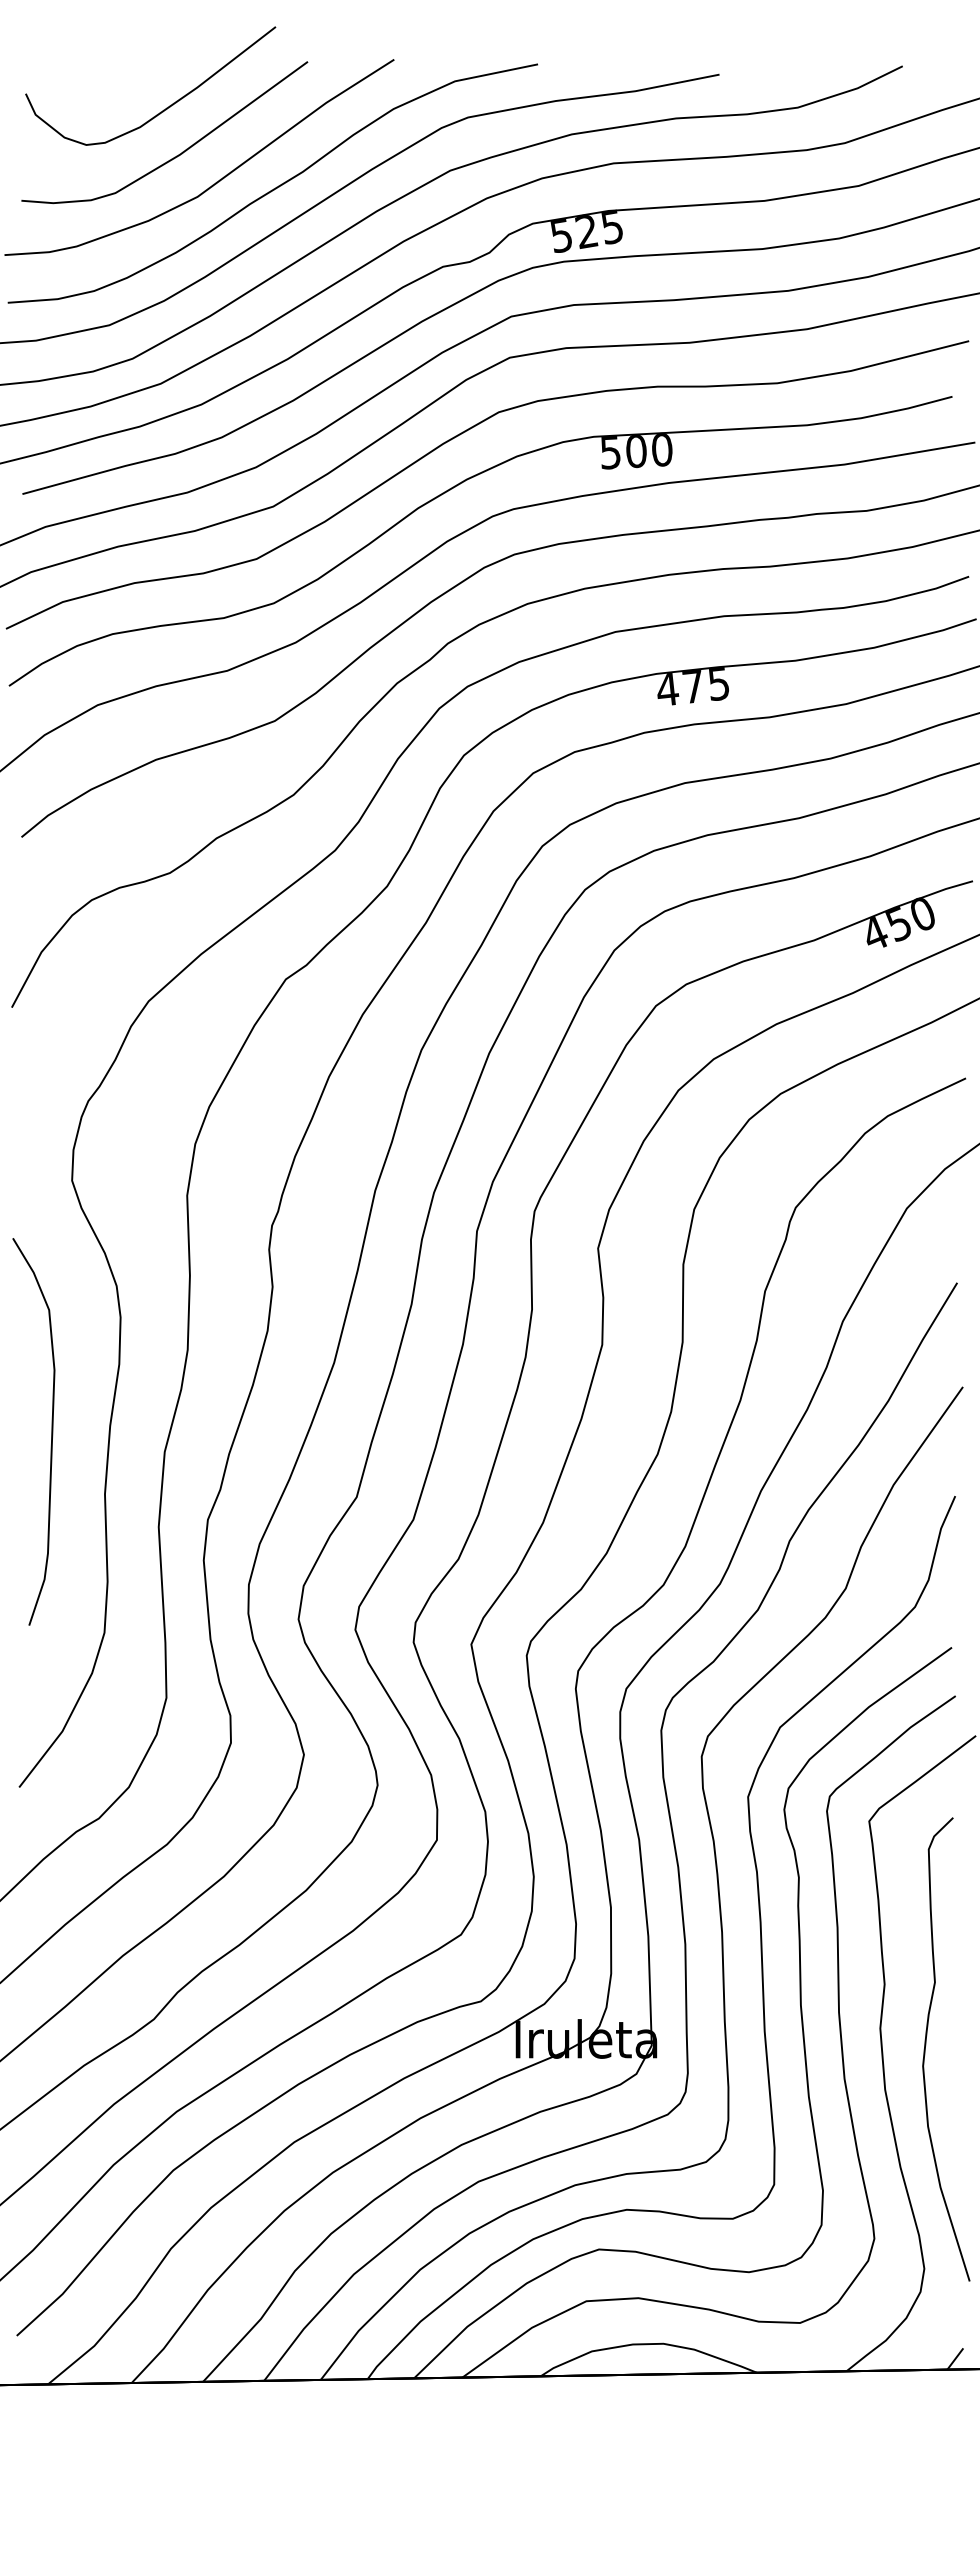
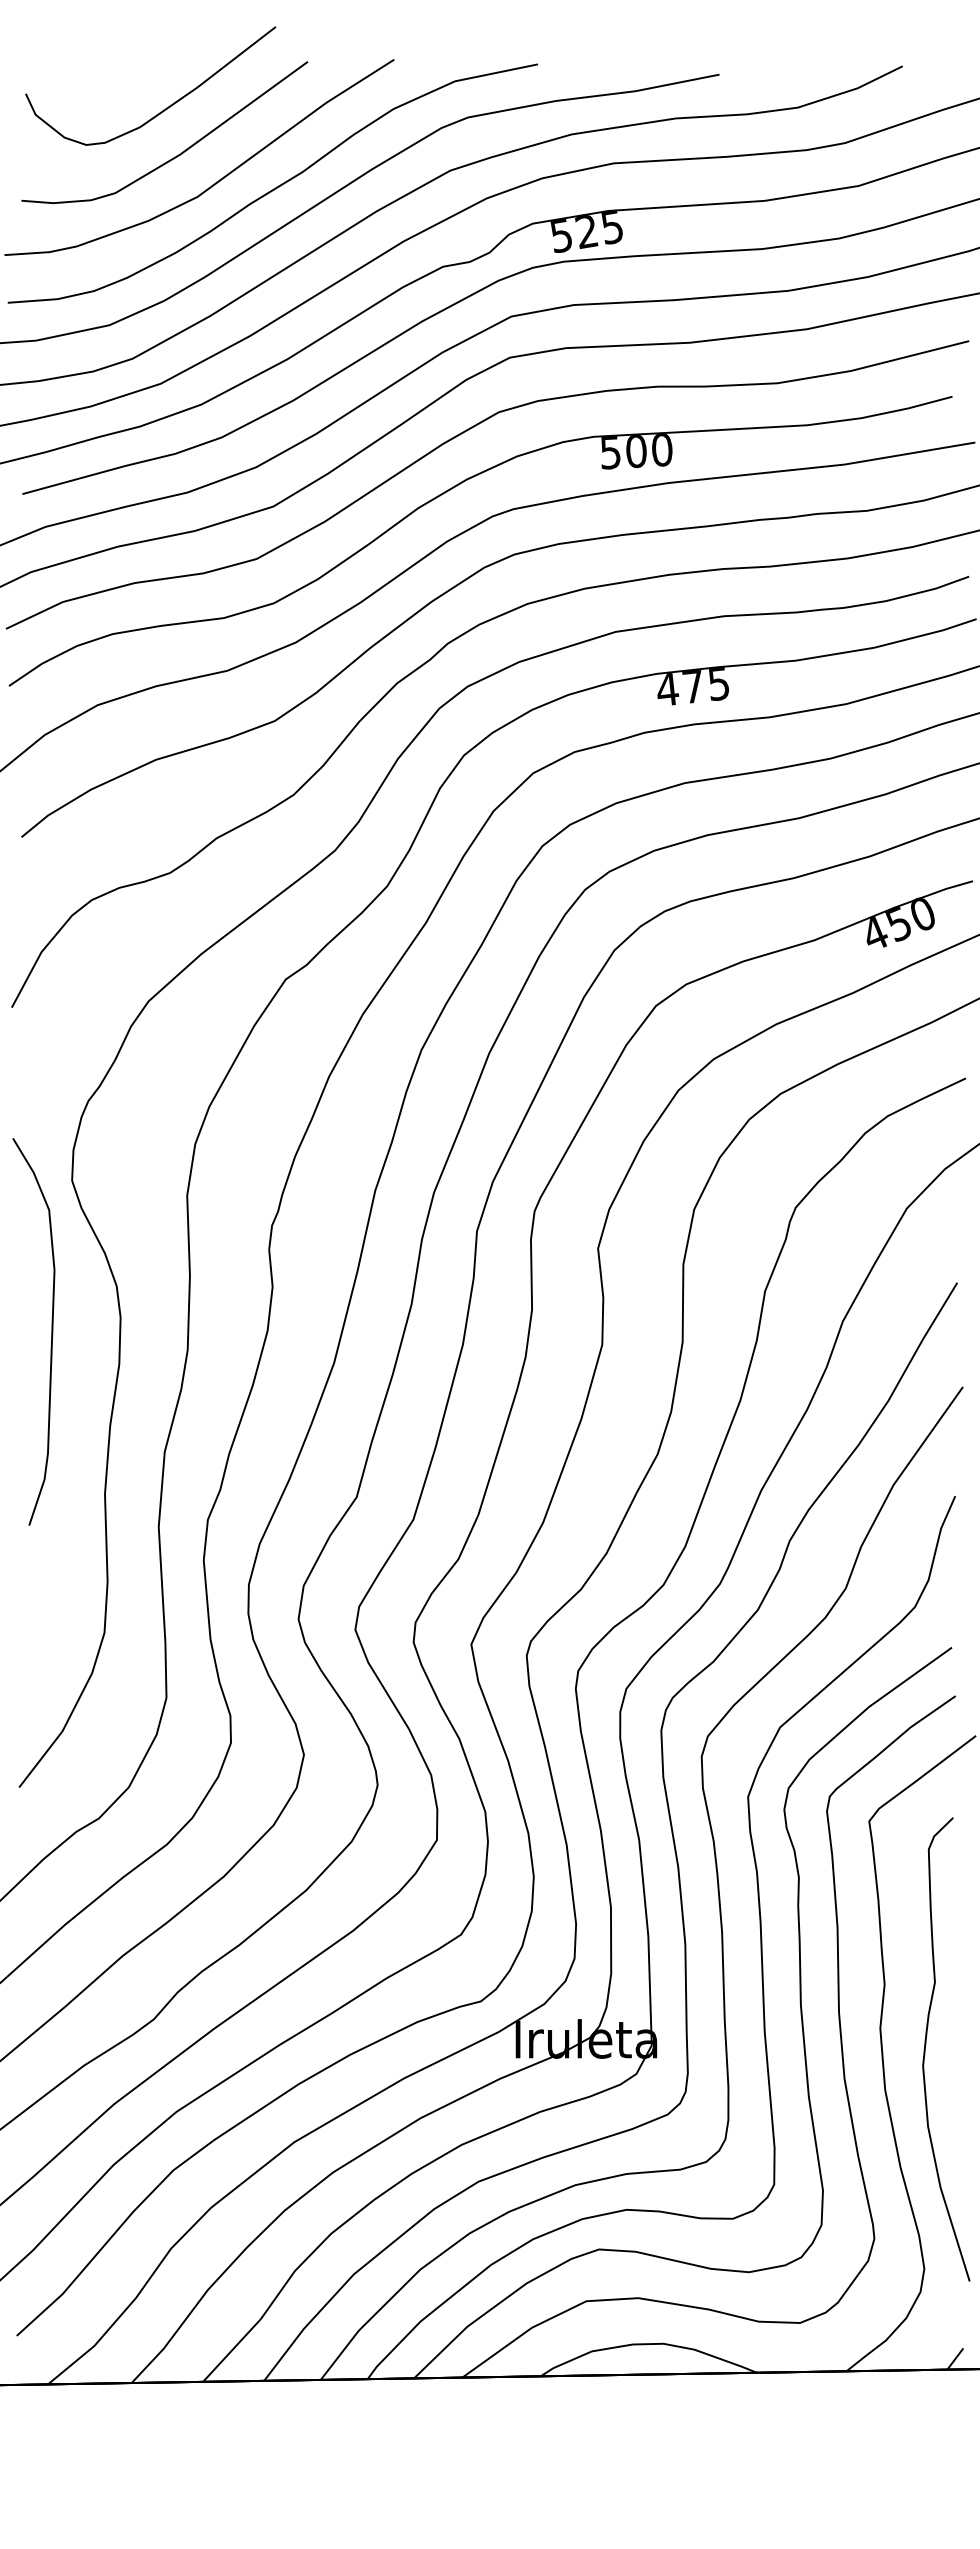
curve at (51, 1431) position: (51, 1431) -> (51, 1331)
